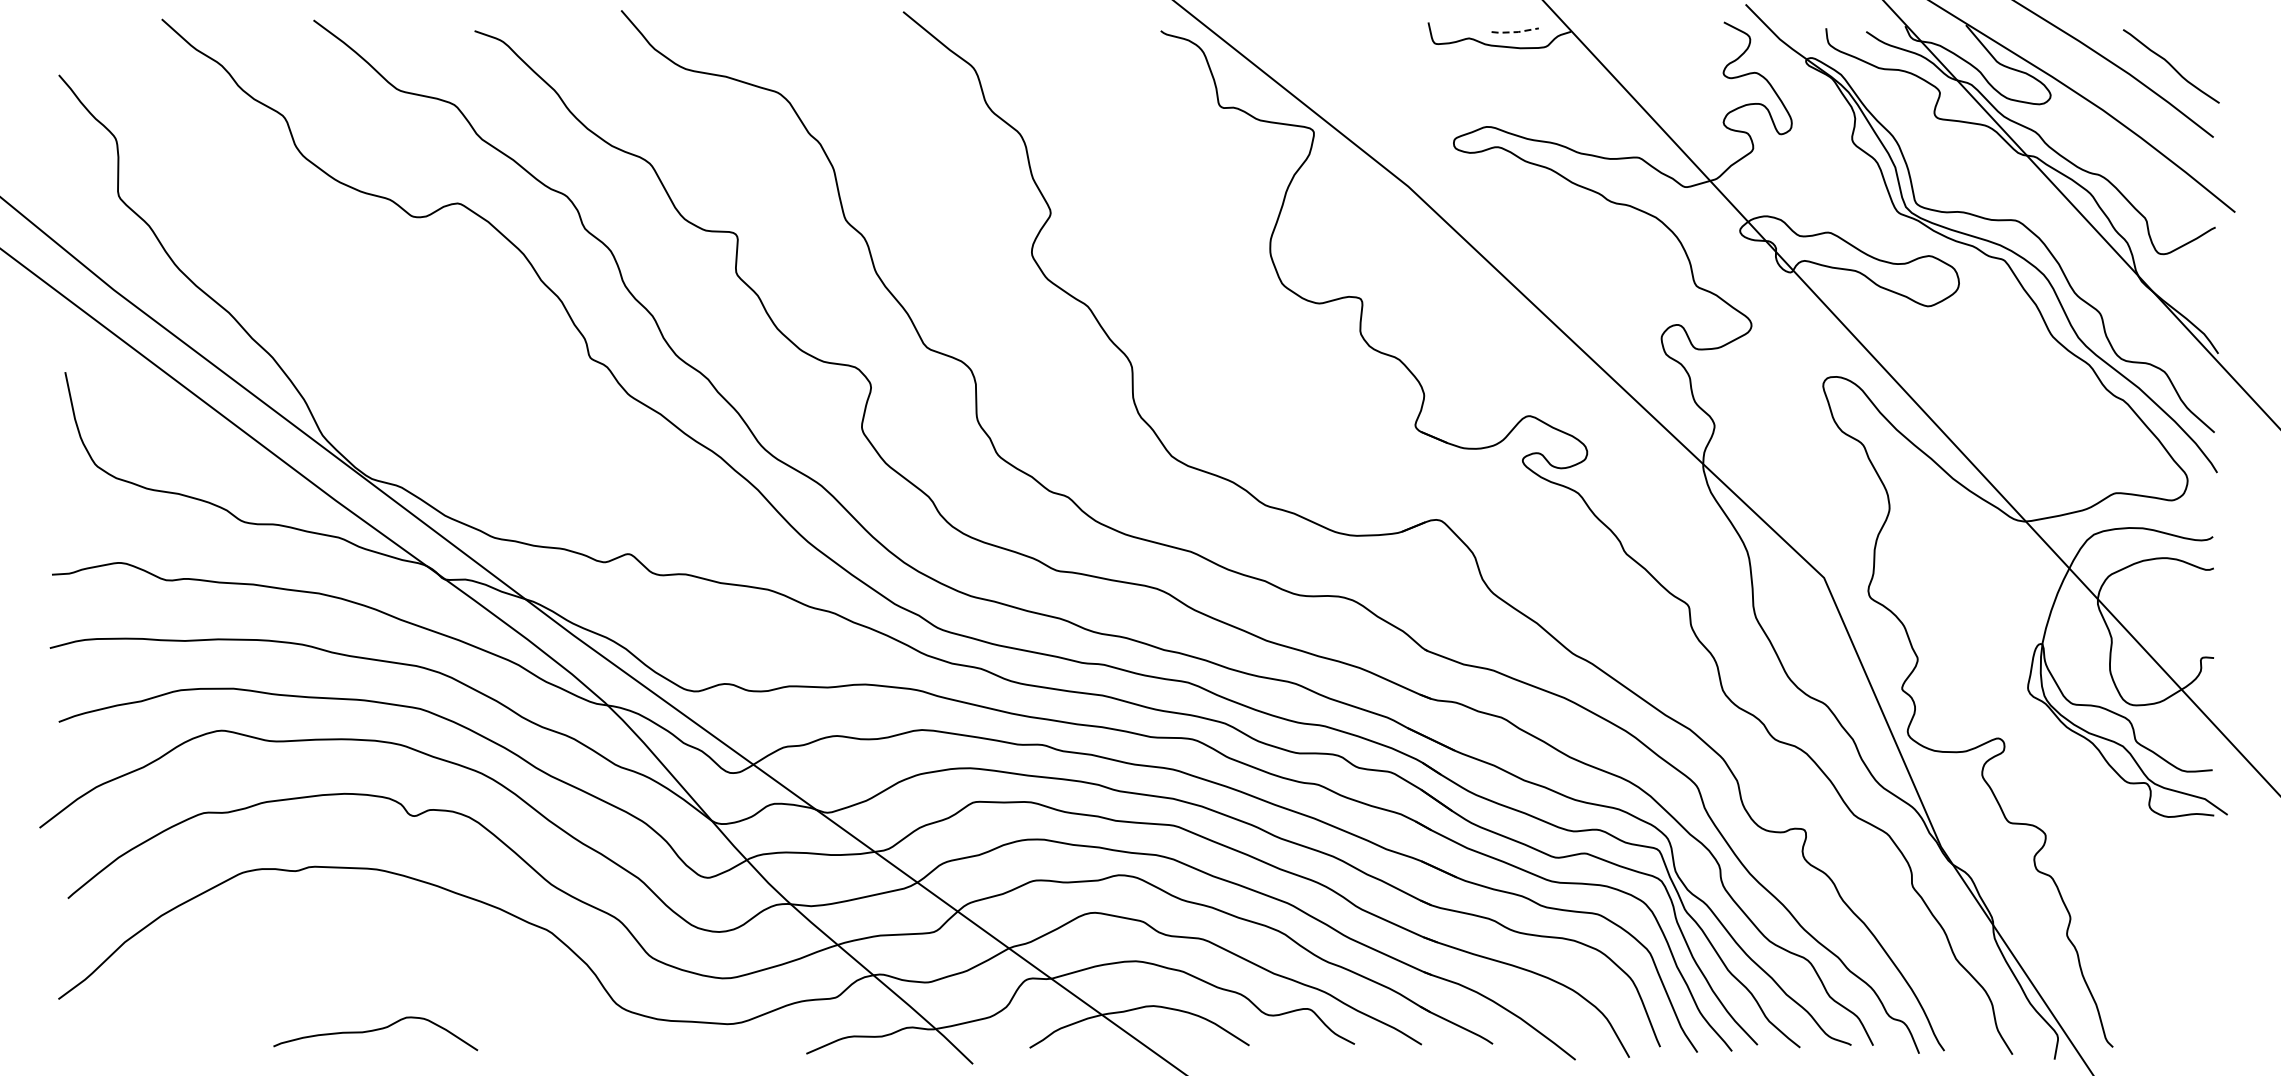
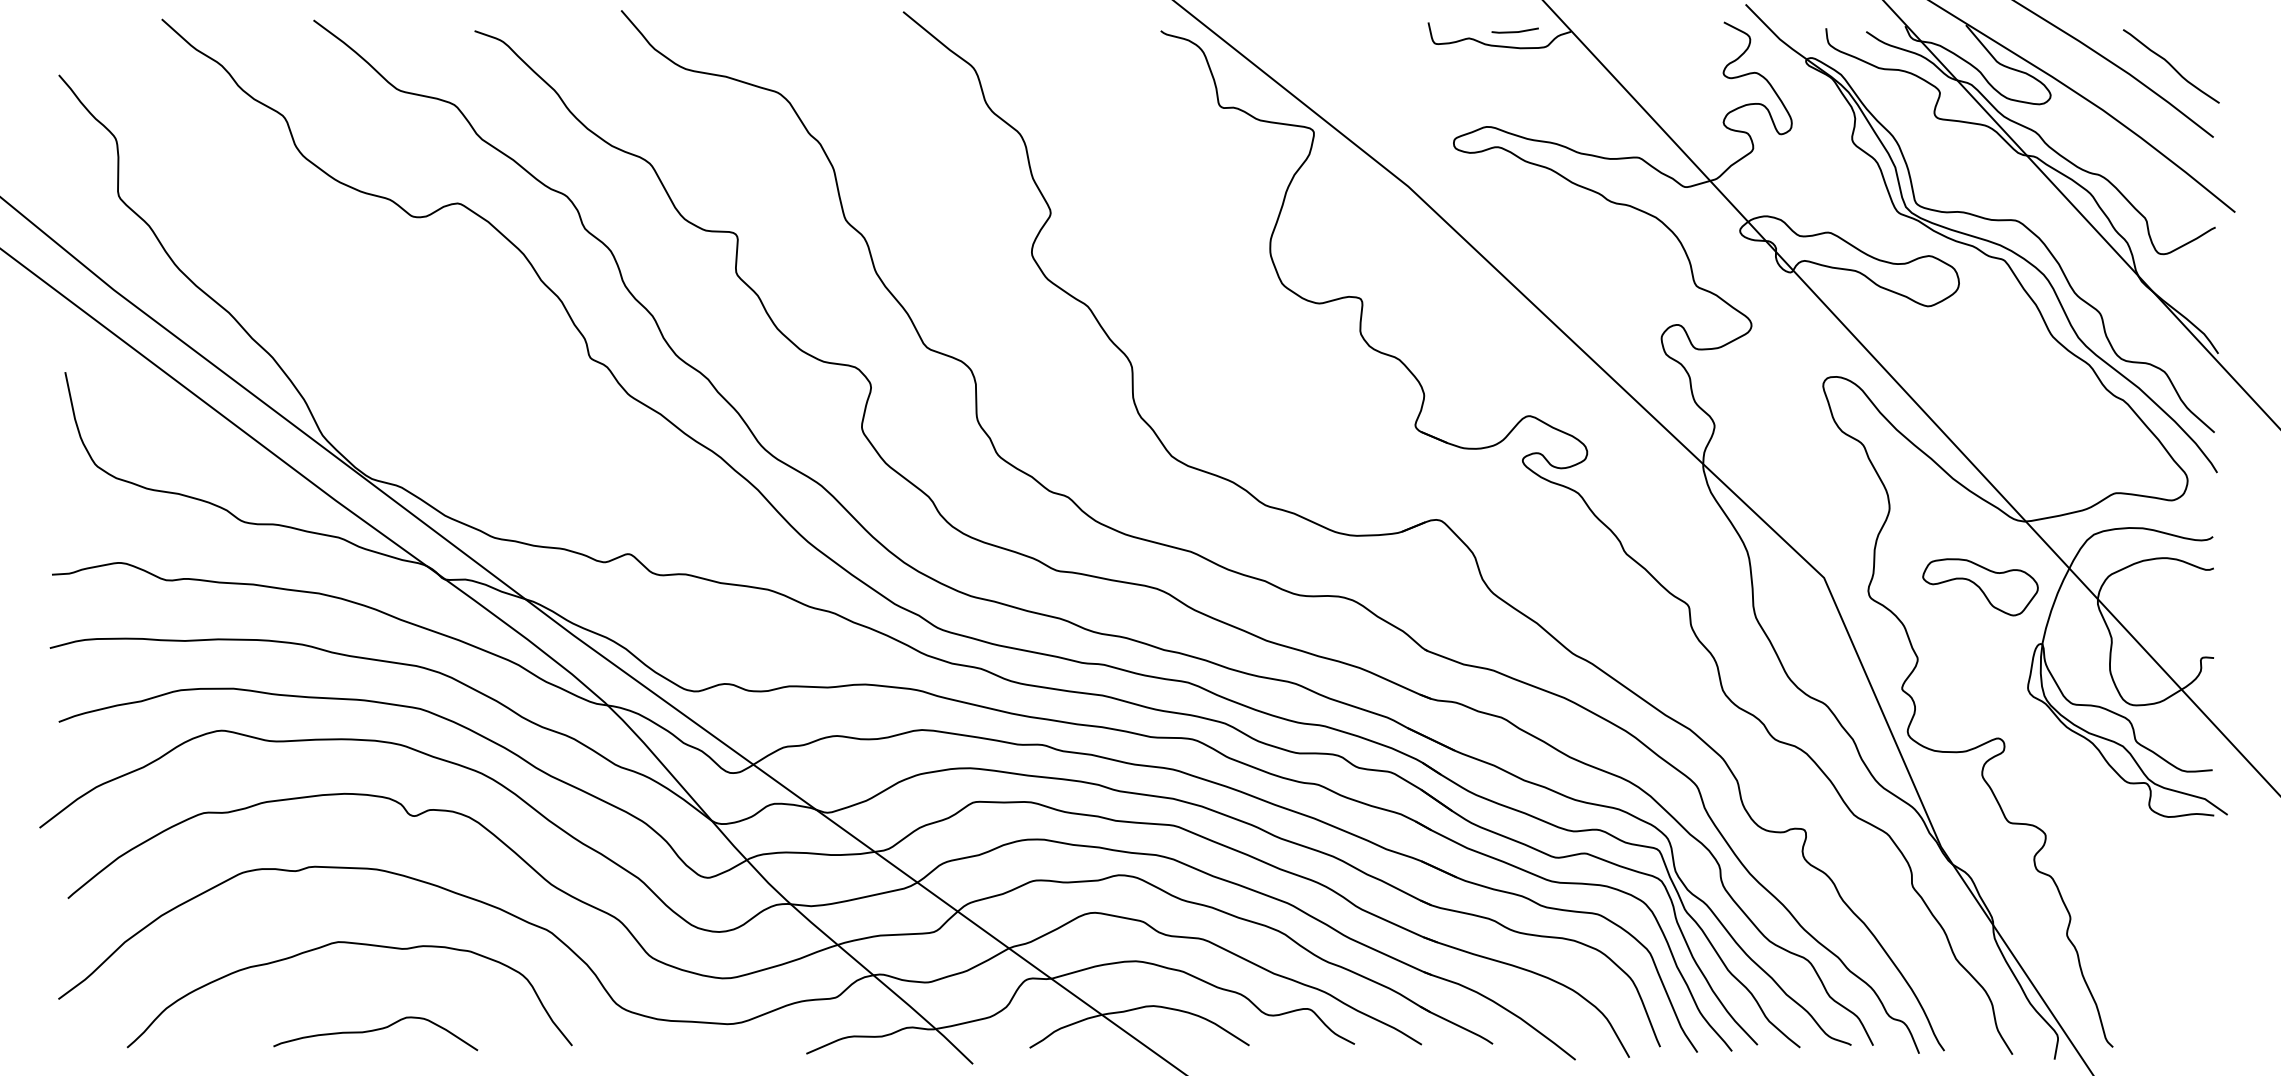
line at (1515, 32): dashed -> solid
part at (1980, 587): none -> present
curve at (353, 944): none -> present
